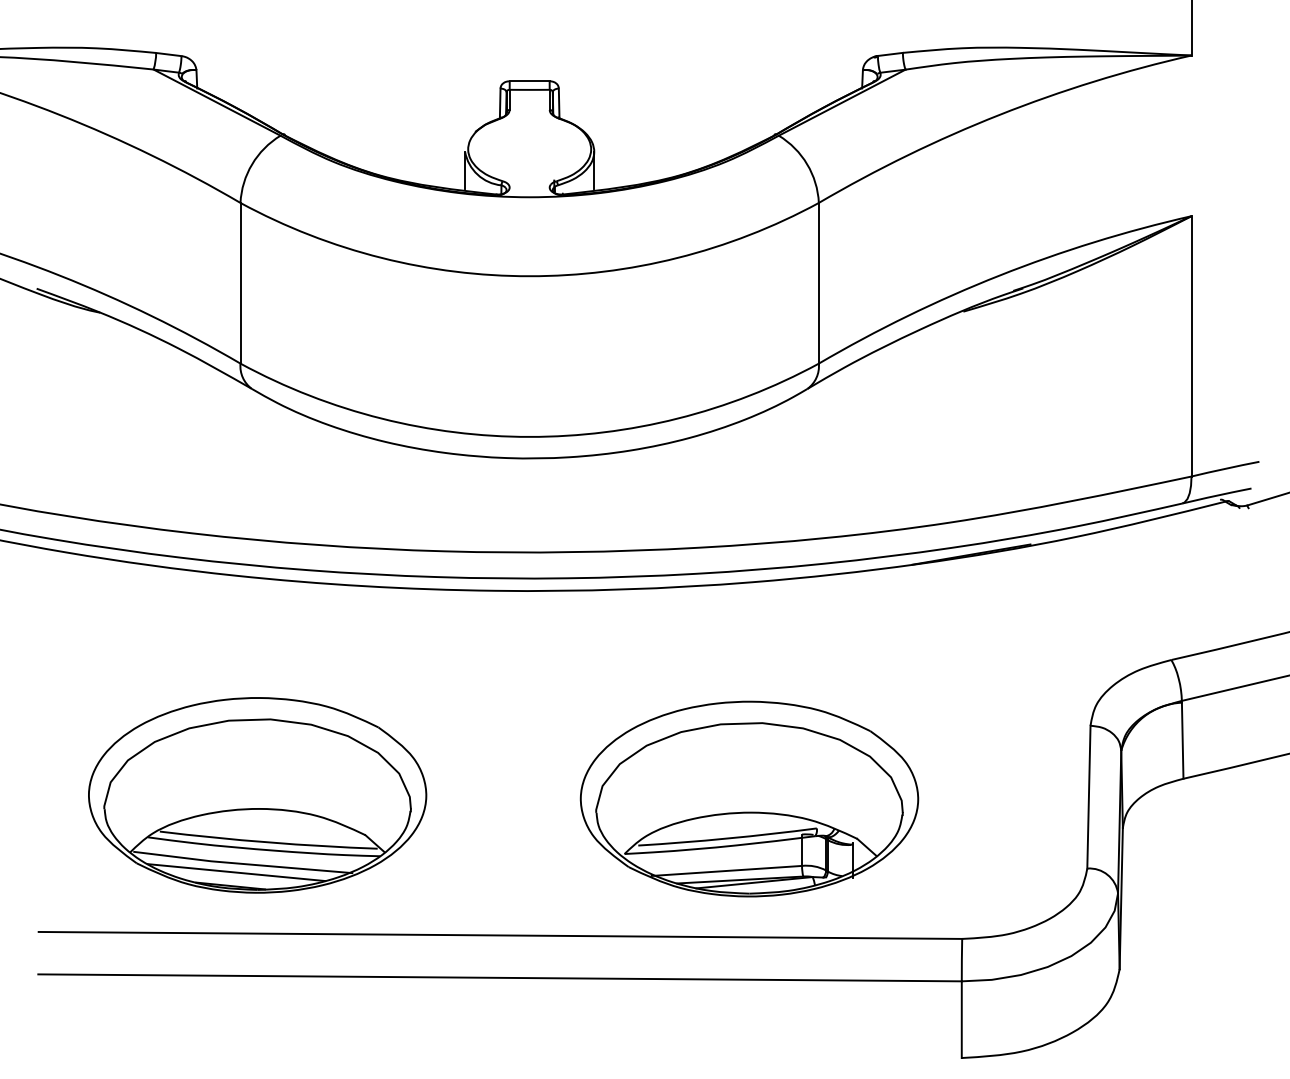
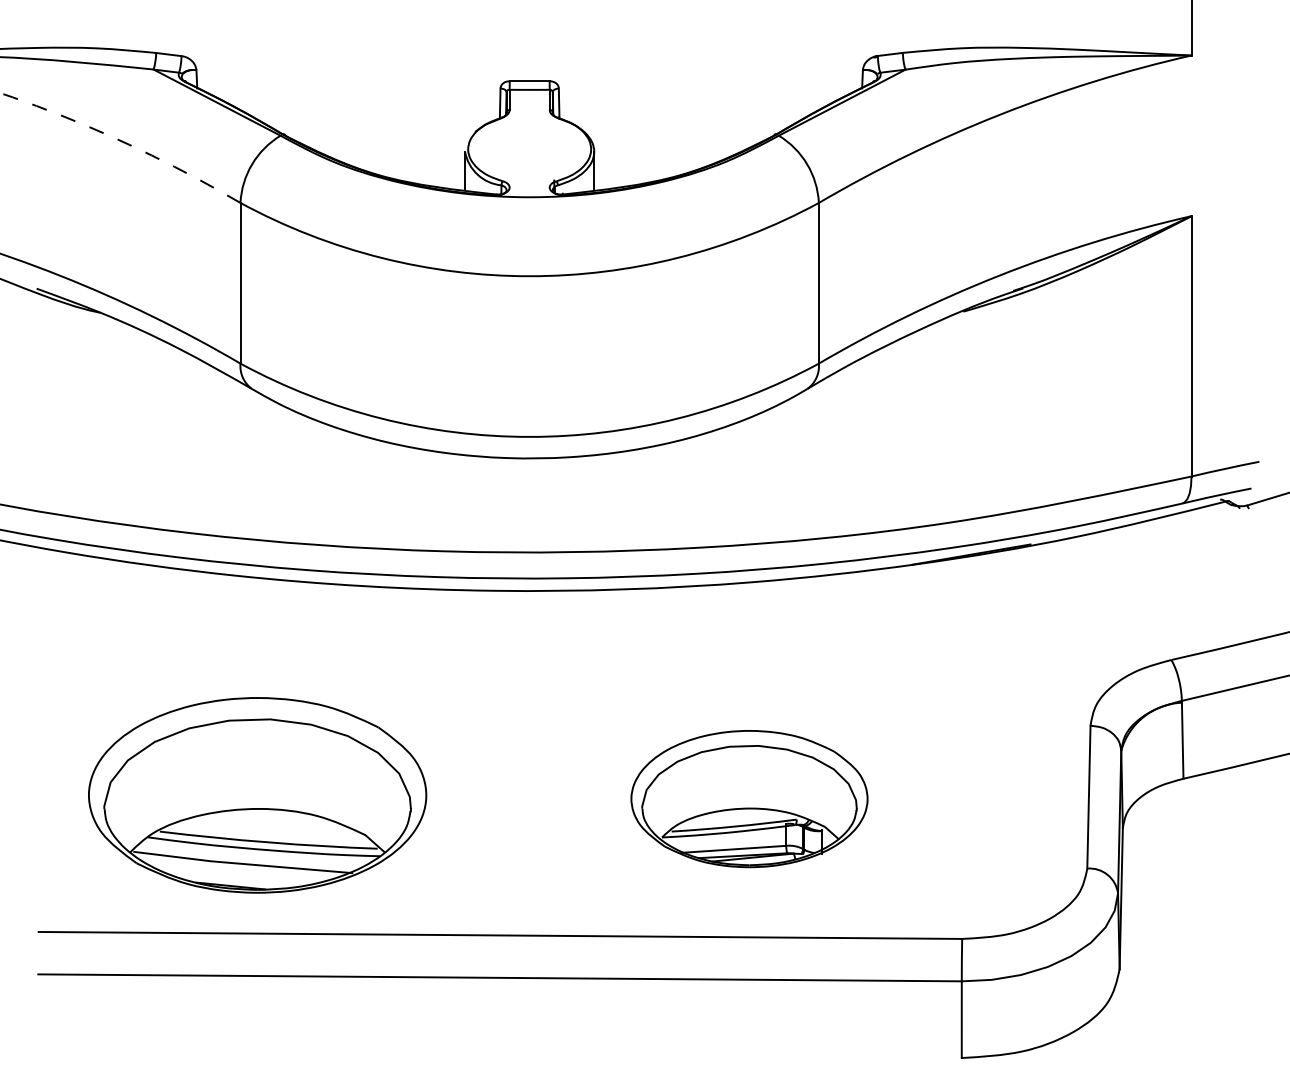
arc at (122, 141): solid -> dashed
part at (749, 798) size: 341x198 px -> 239x139 px
line at (236, 872): present -> none
